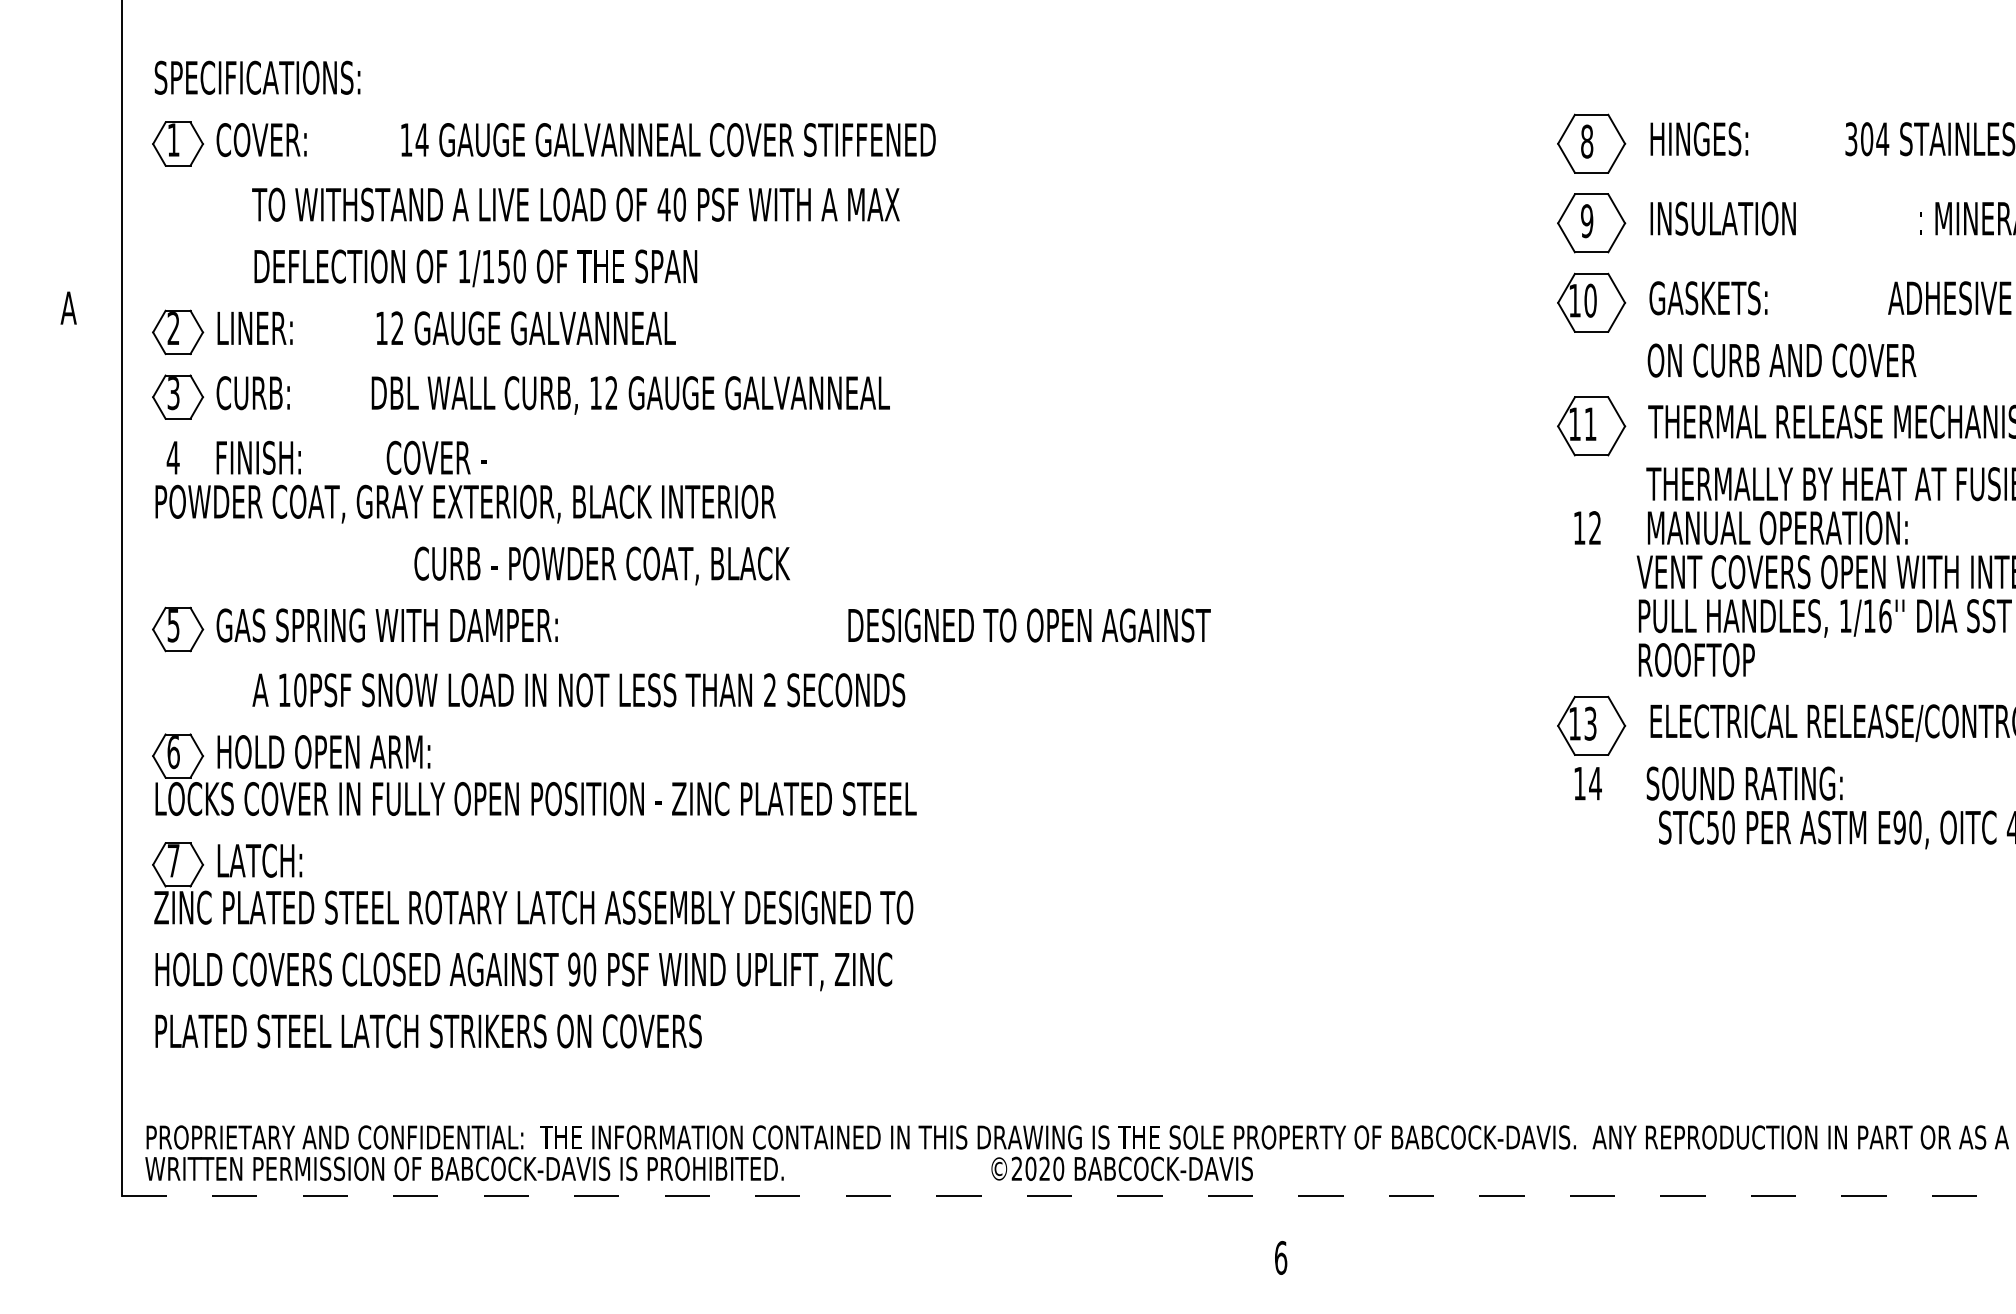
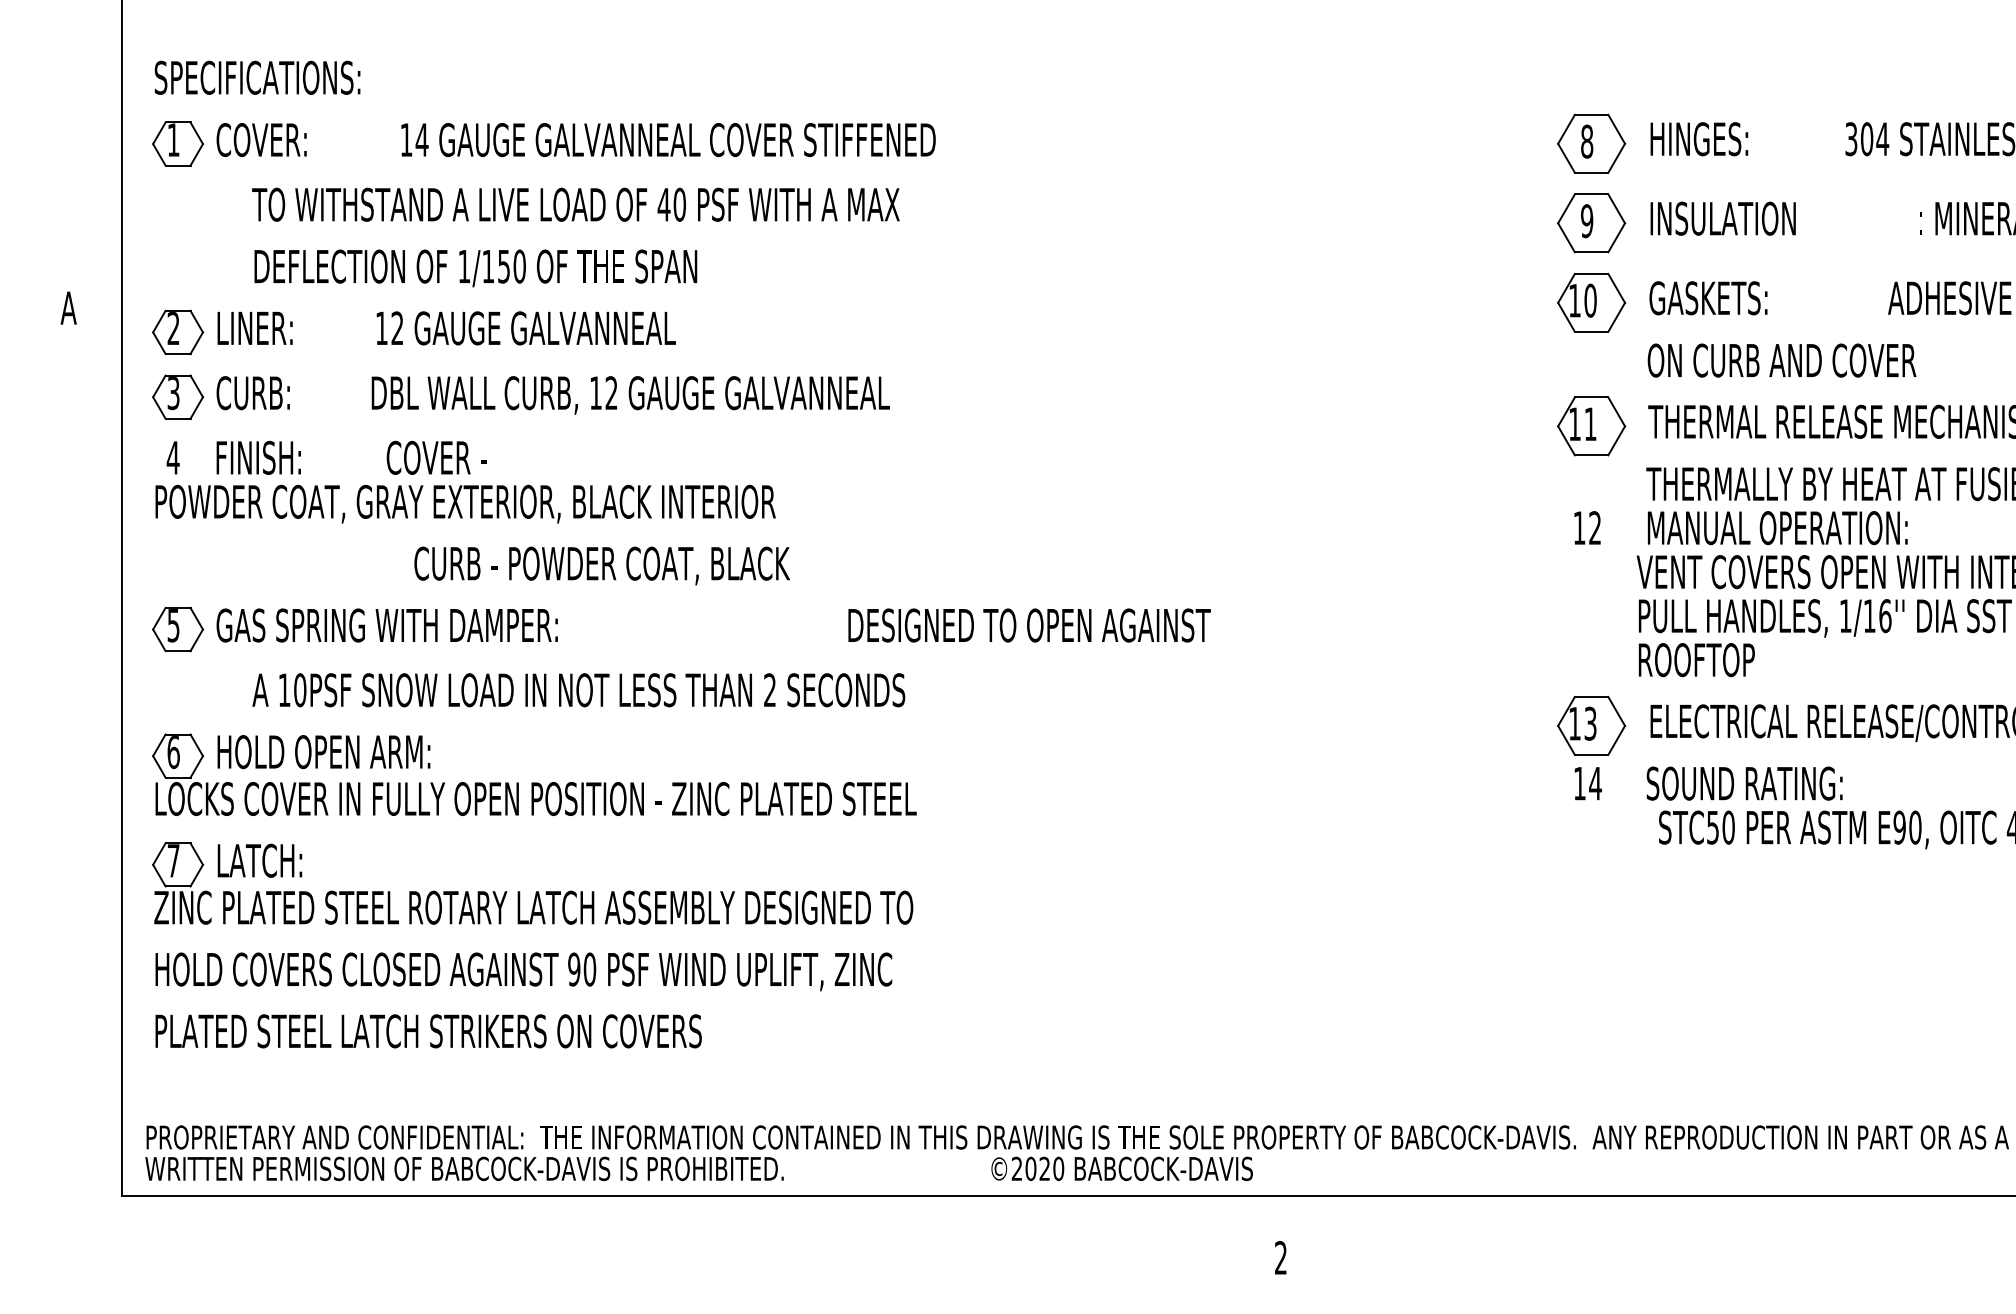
line at (1068, 1196): dashed -> solid
text at (1281, 1257): 6 -> 2
